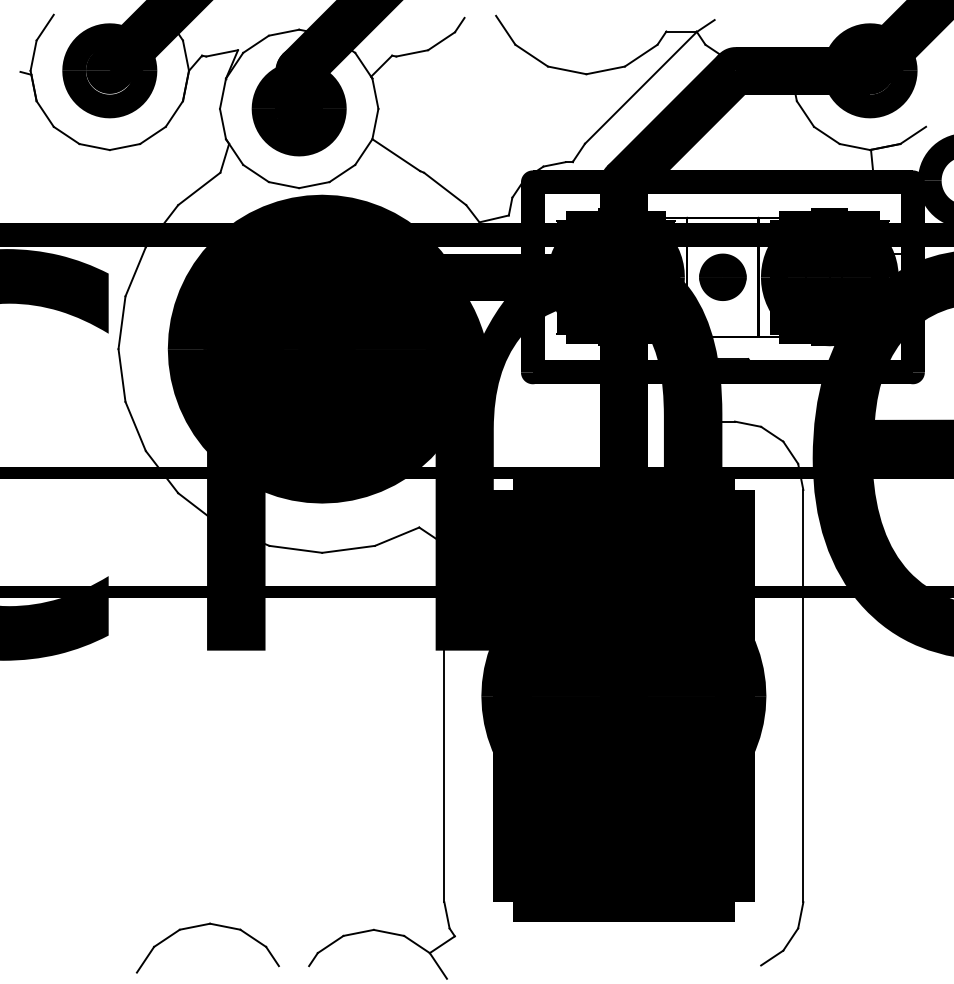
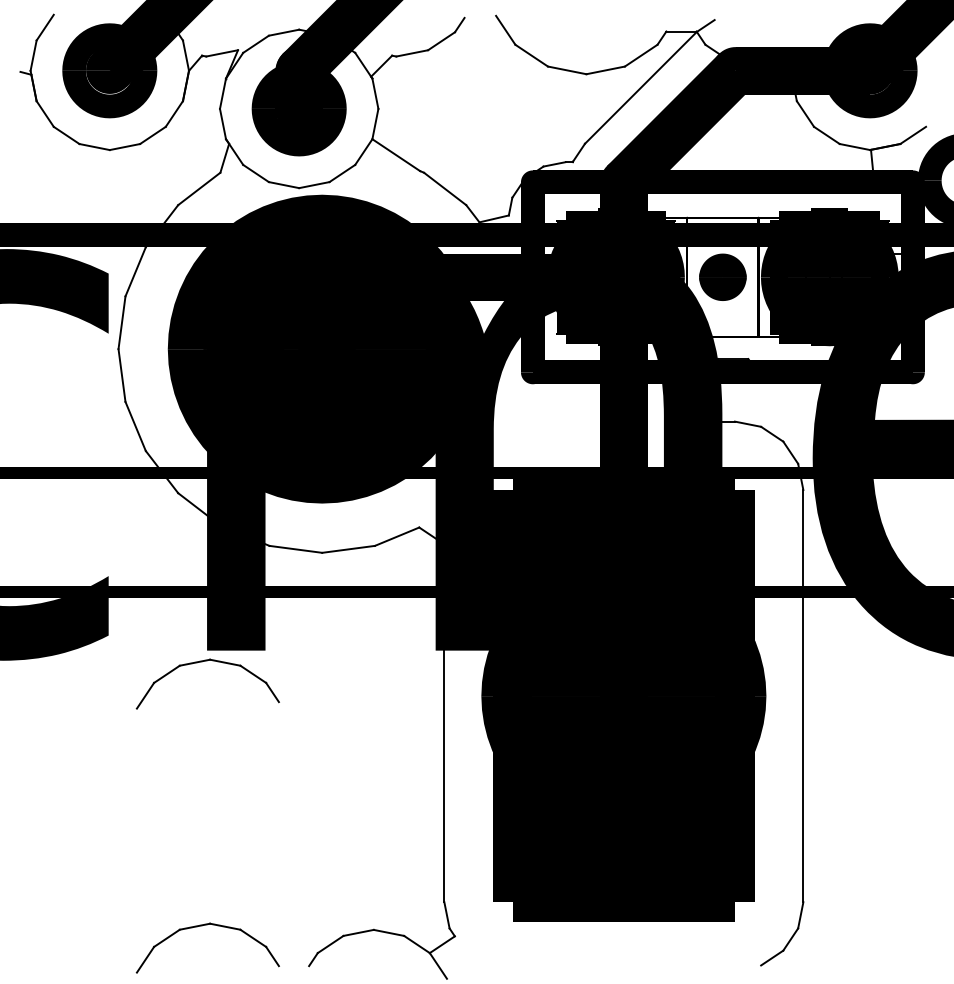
part at (202, 662): none -> present
